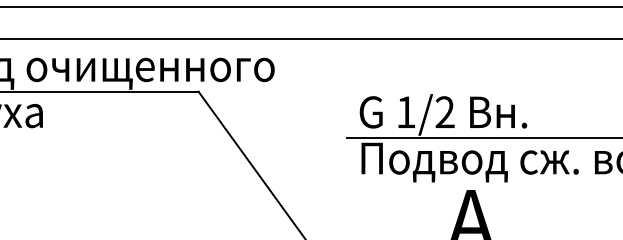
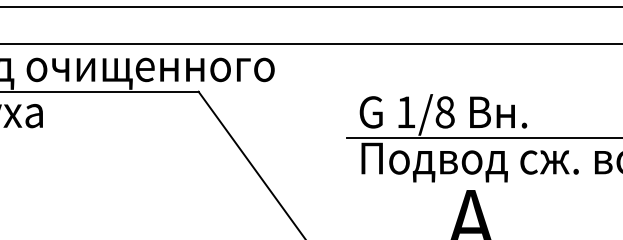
line at (310, 38) position: (310, 38) -> (310, 43)
text at (444, 112): 1/2 -> 1/8
